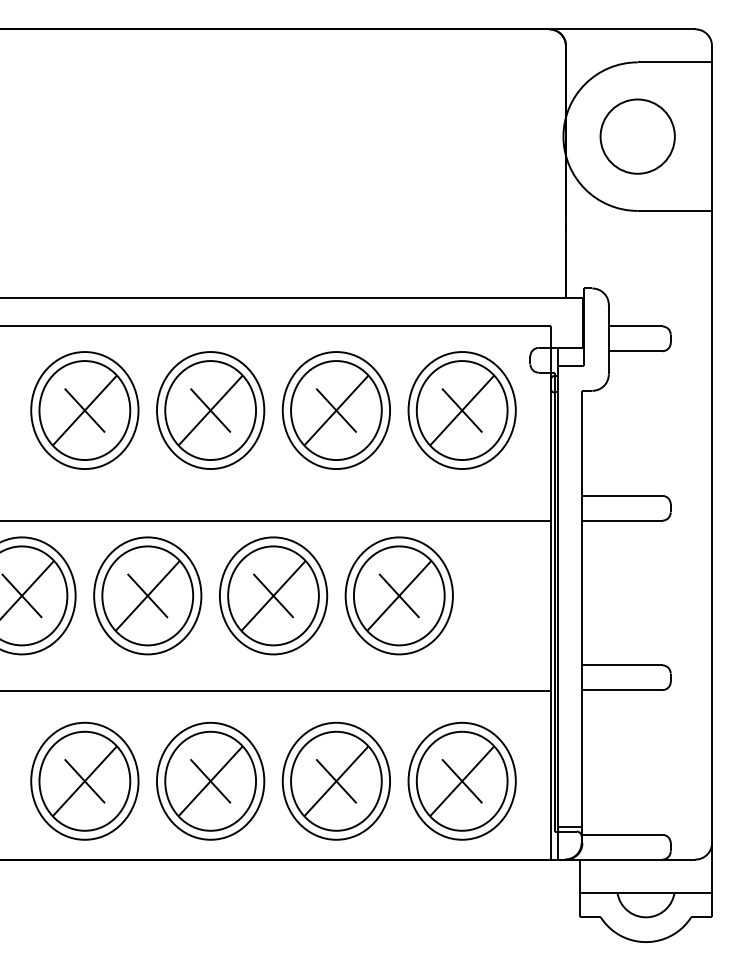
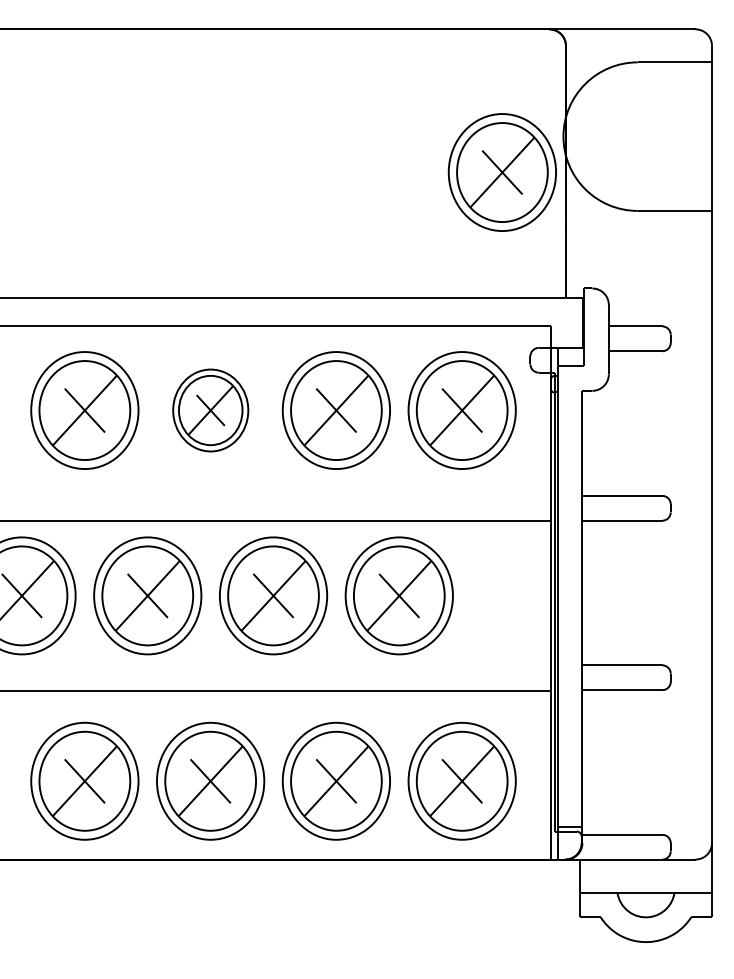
part at (637, 136): present -> none
part at (501, 172): none -> present
part at (210, 410) size: 110x119 px -> 78x85 px
